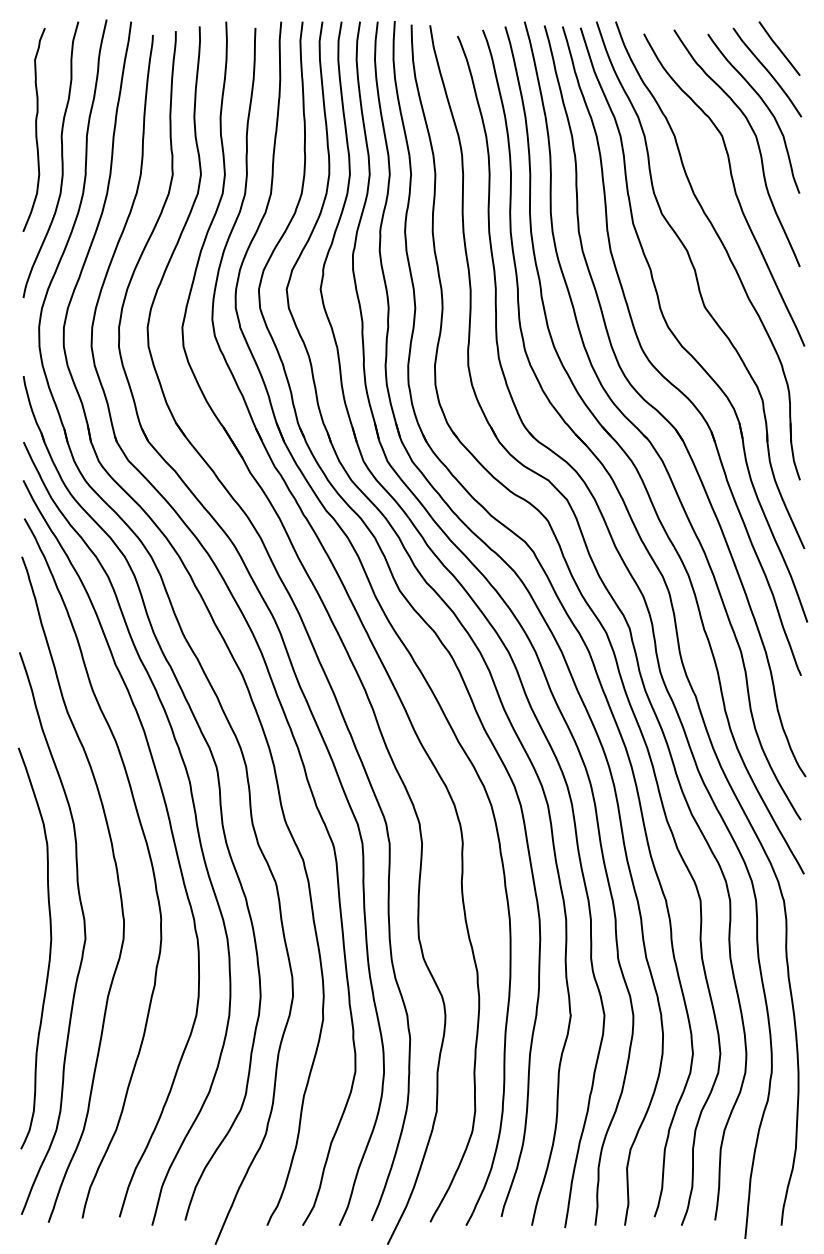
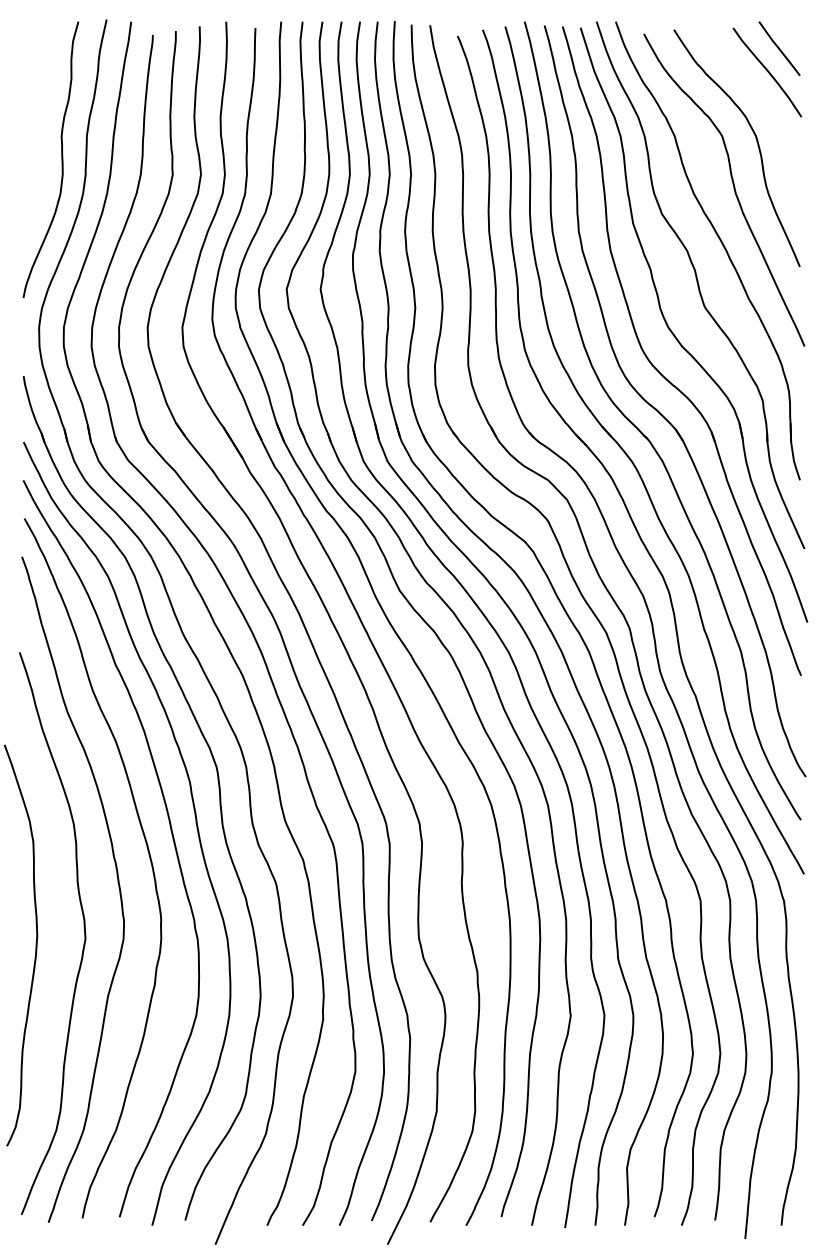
curve at (765, 106): present -> none
curve at (35, 129): present -> none
curve at (49, 948) position: (49, 948) -> (35, 945)
